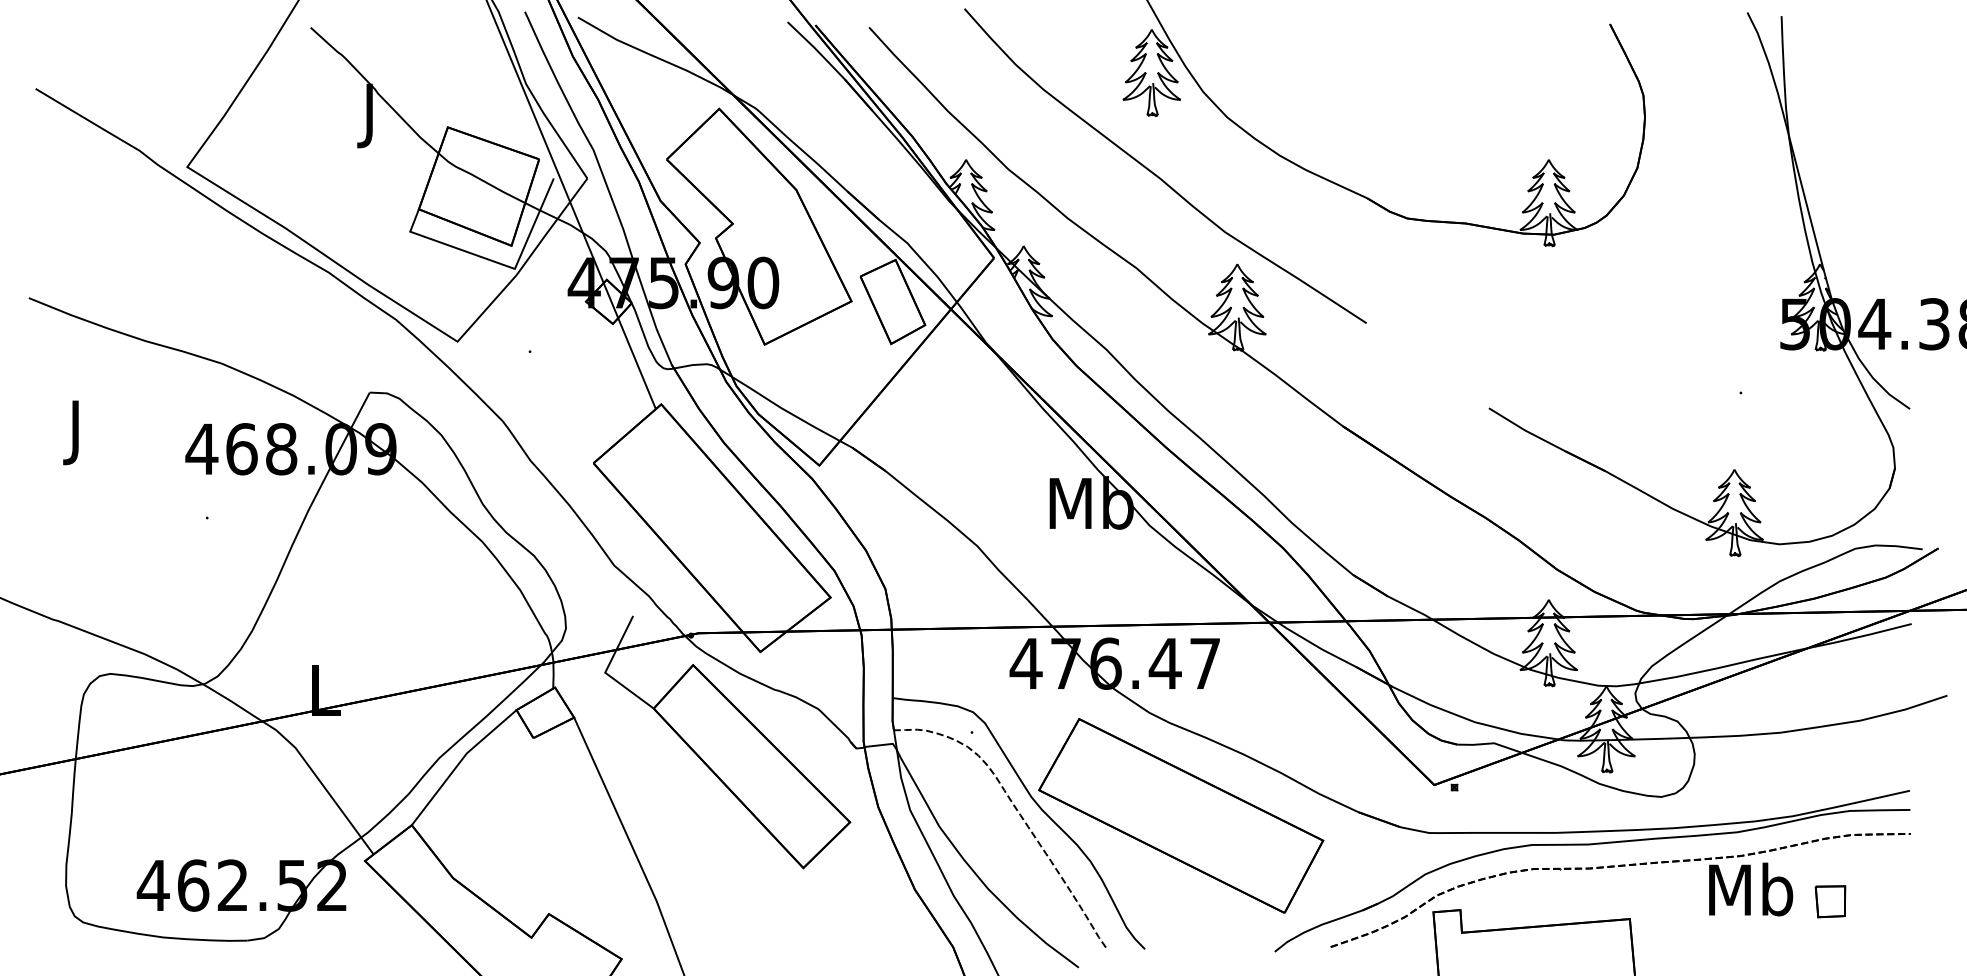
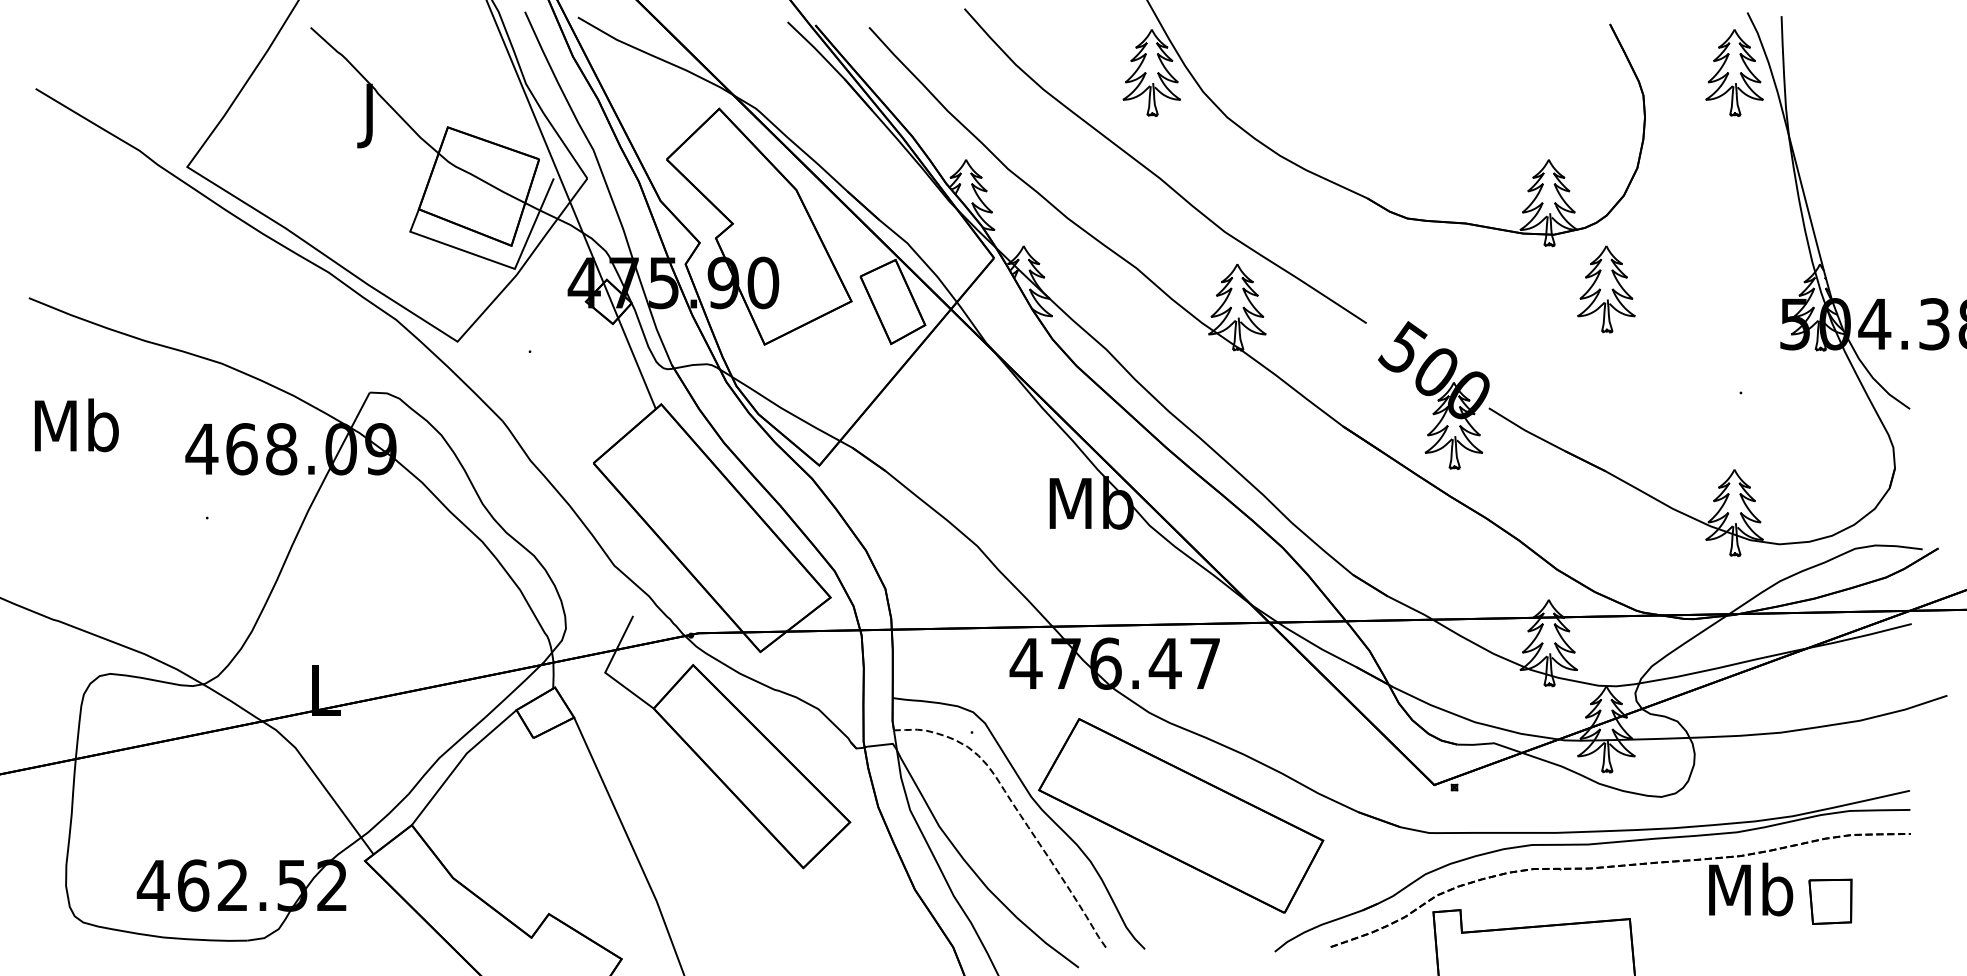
part at (1734, 72): none -> present
part at (1606, 289): none -> present
part at (1433, 395): none -> present
text at (76, 431): J -> Mb
part at (1830, 901) size: 33x34 px -> 45x47 px
